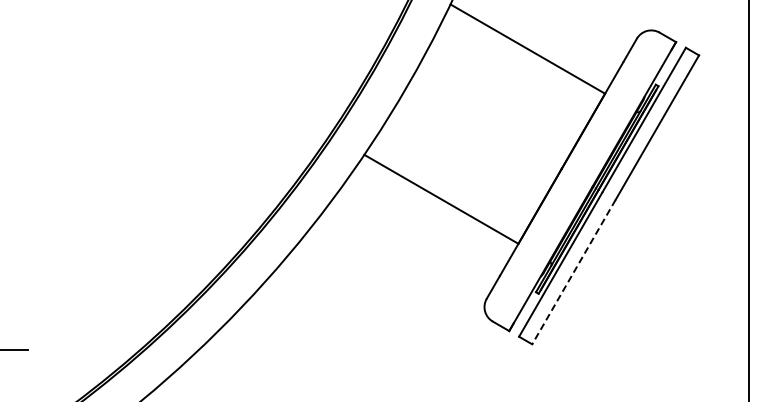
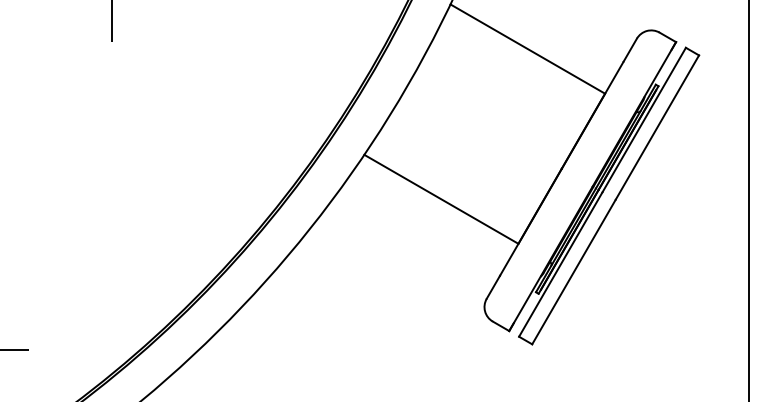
line at (111, 22): none -> present
line at (573, 272): dashed -> solid
